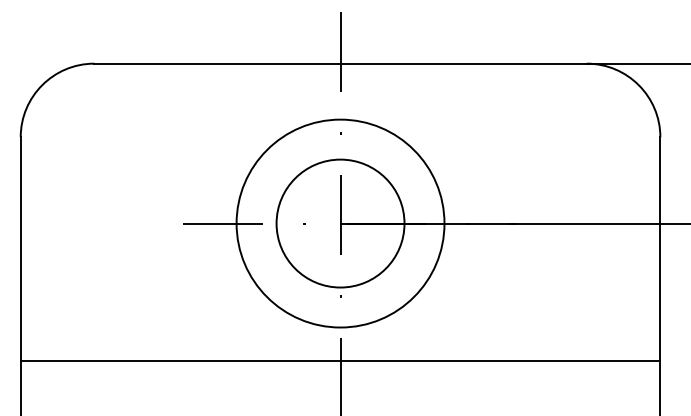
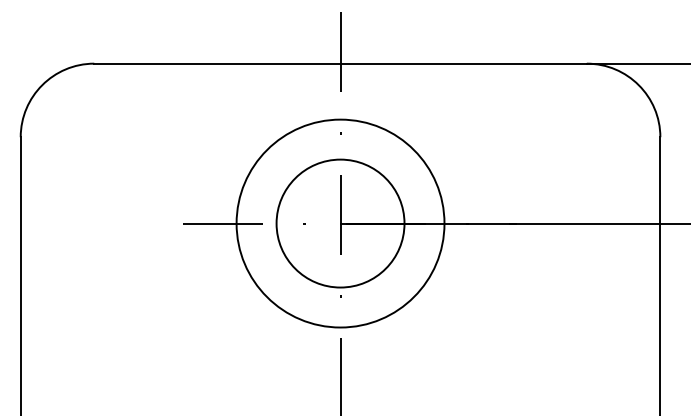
line at (340, 361): present -> none
